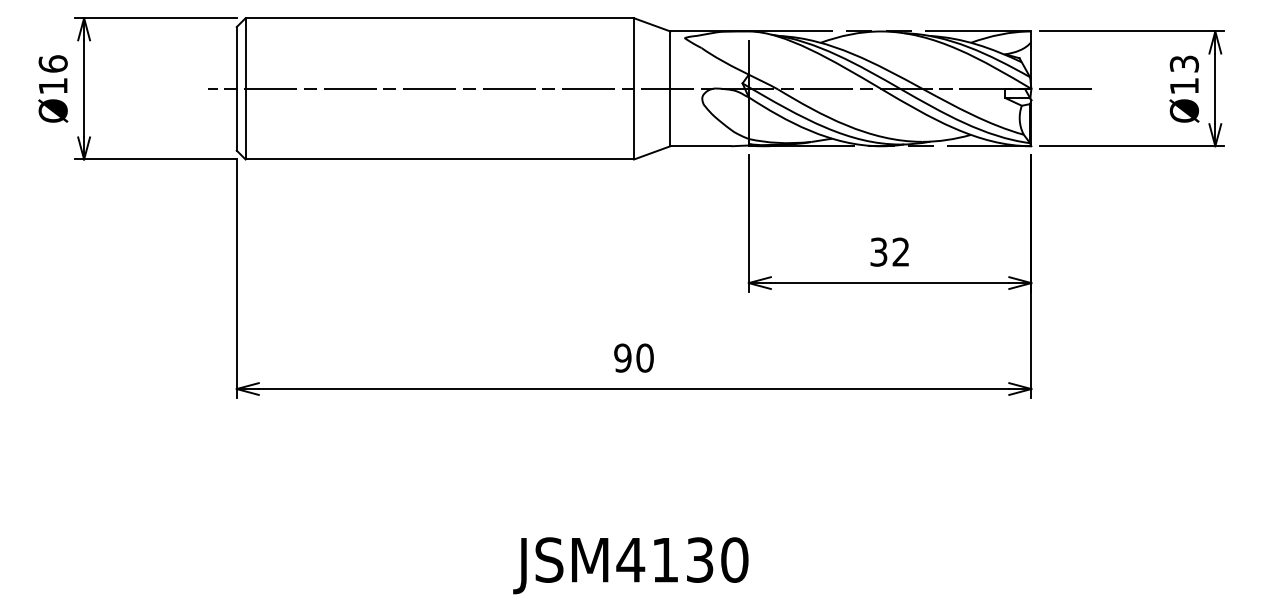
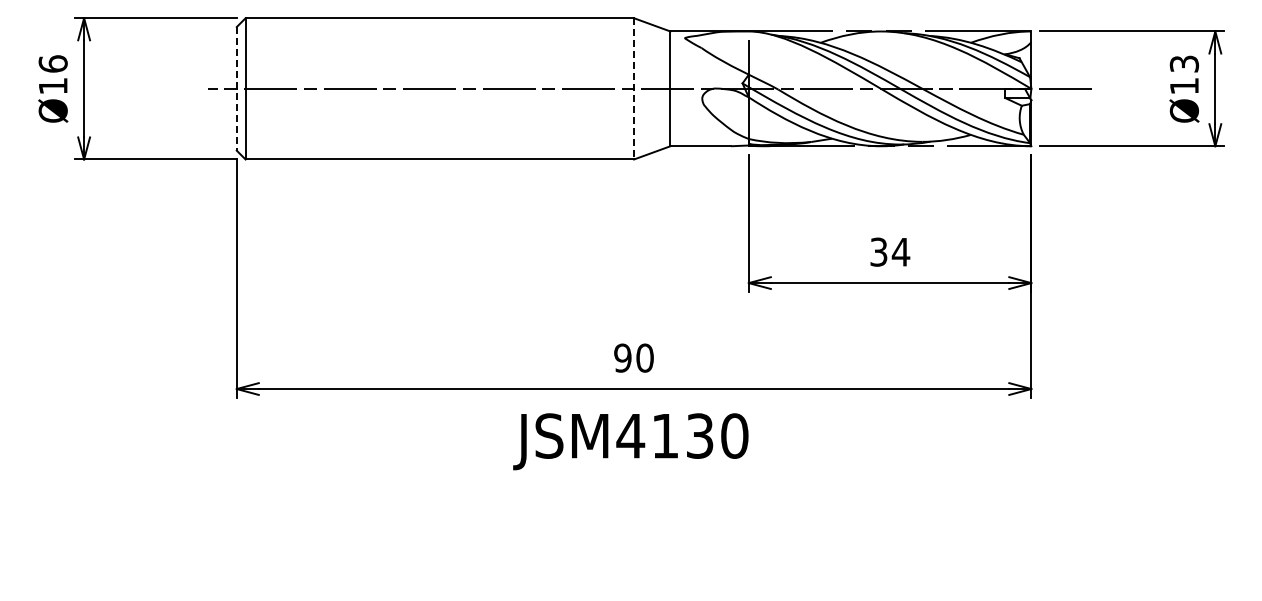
line at (236, 88): solid -> dashed
line at (634, 88): solid -> dashed
text at (900, 251): 32 -> 34
text at (630, 565) position: (630, 565) -> (630, 441)
